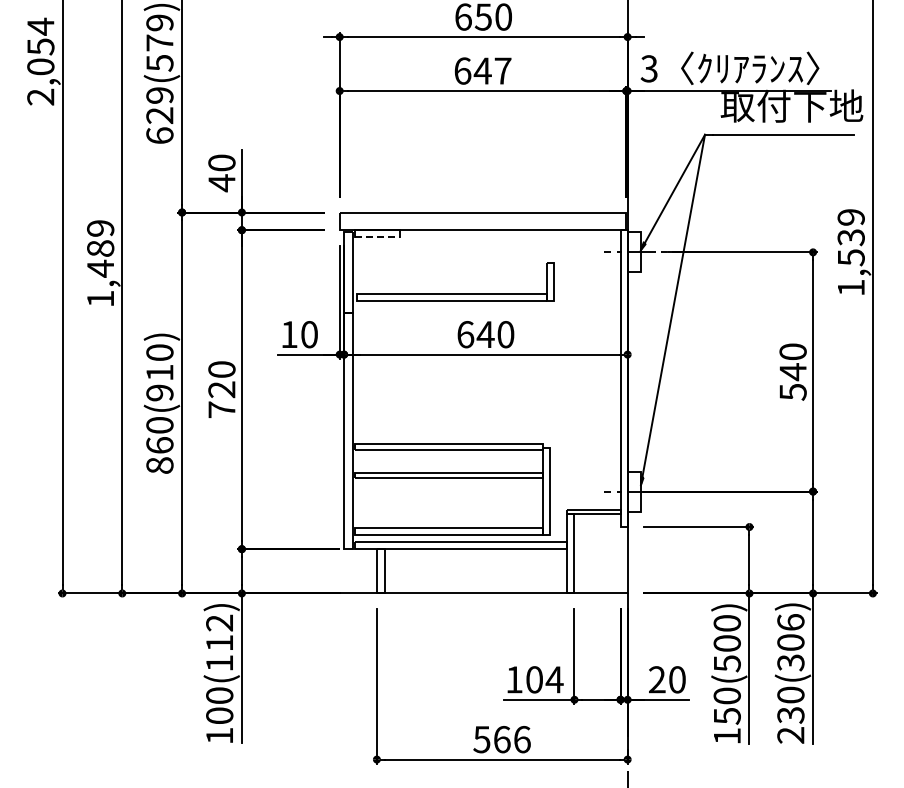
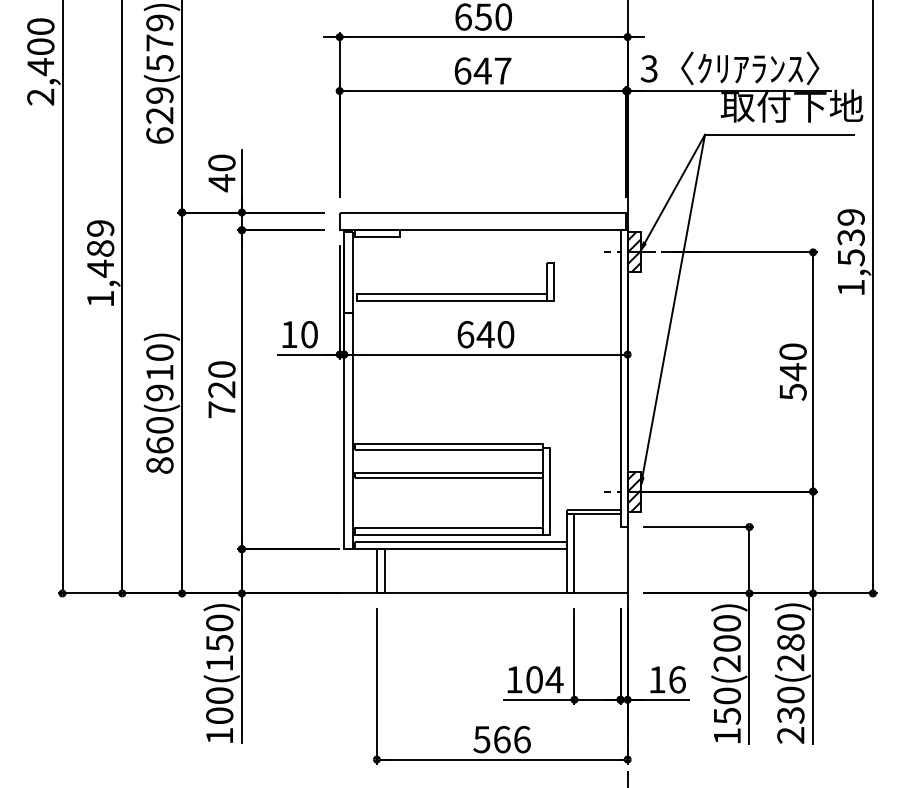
text at (40, 46): 2,054 -> 2,400
line at (377, 237): dashed -> solid
hatch at (633, 252): none -> present
hatch at (633, 491): none -> present
text at (219, 632): 100(112) -> 100(150)
text at (790, 642): 230(306) -> 230(280)
text at (726, 663): 150(500) -> 150(200)
text at (667, 679): 20 -> 16
